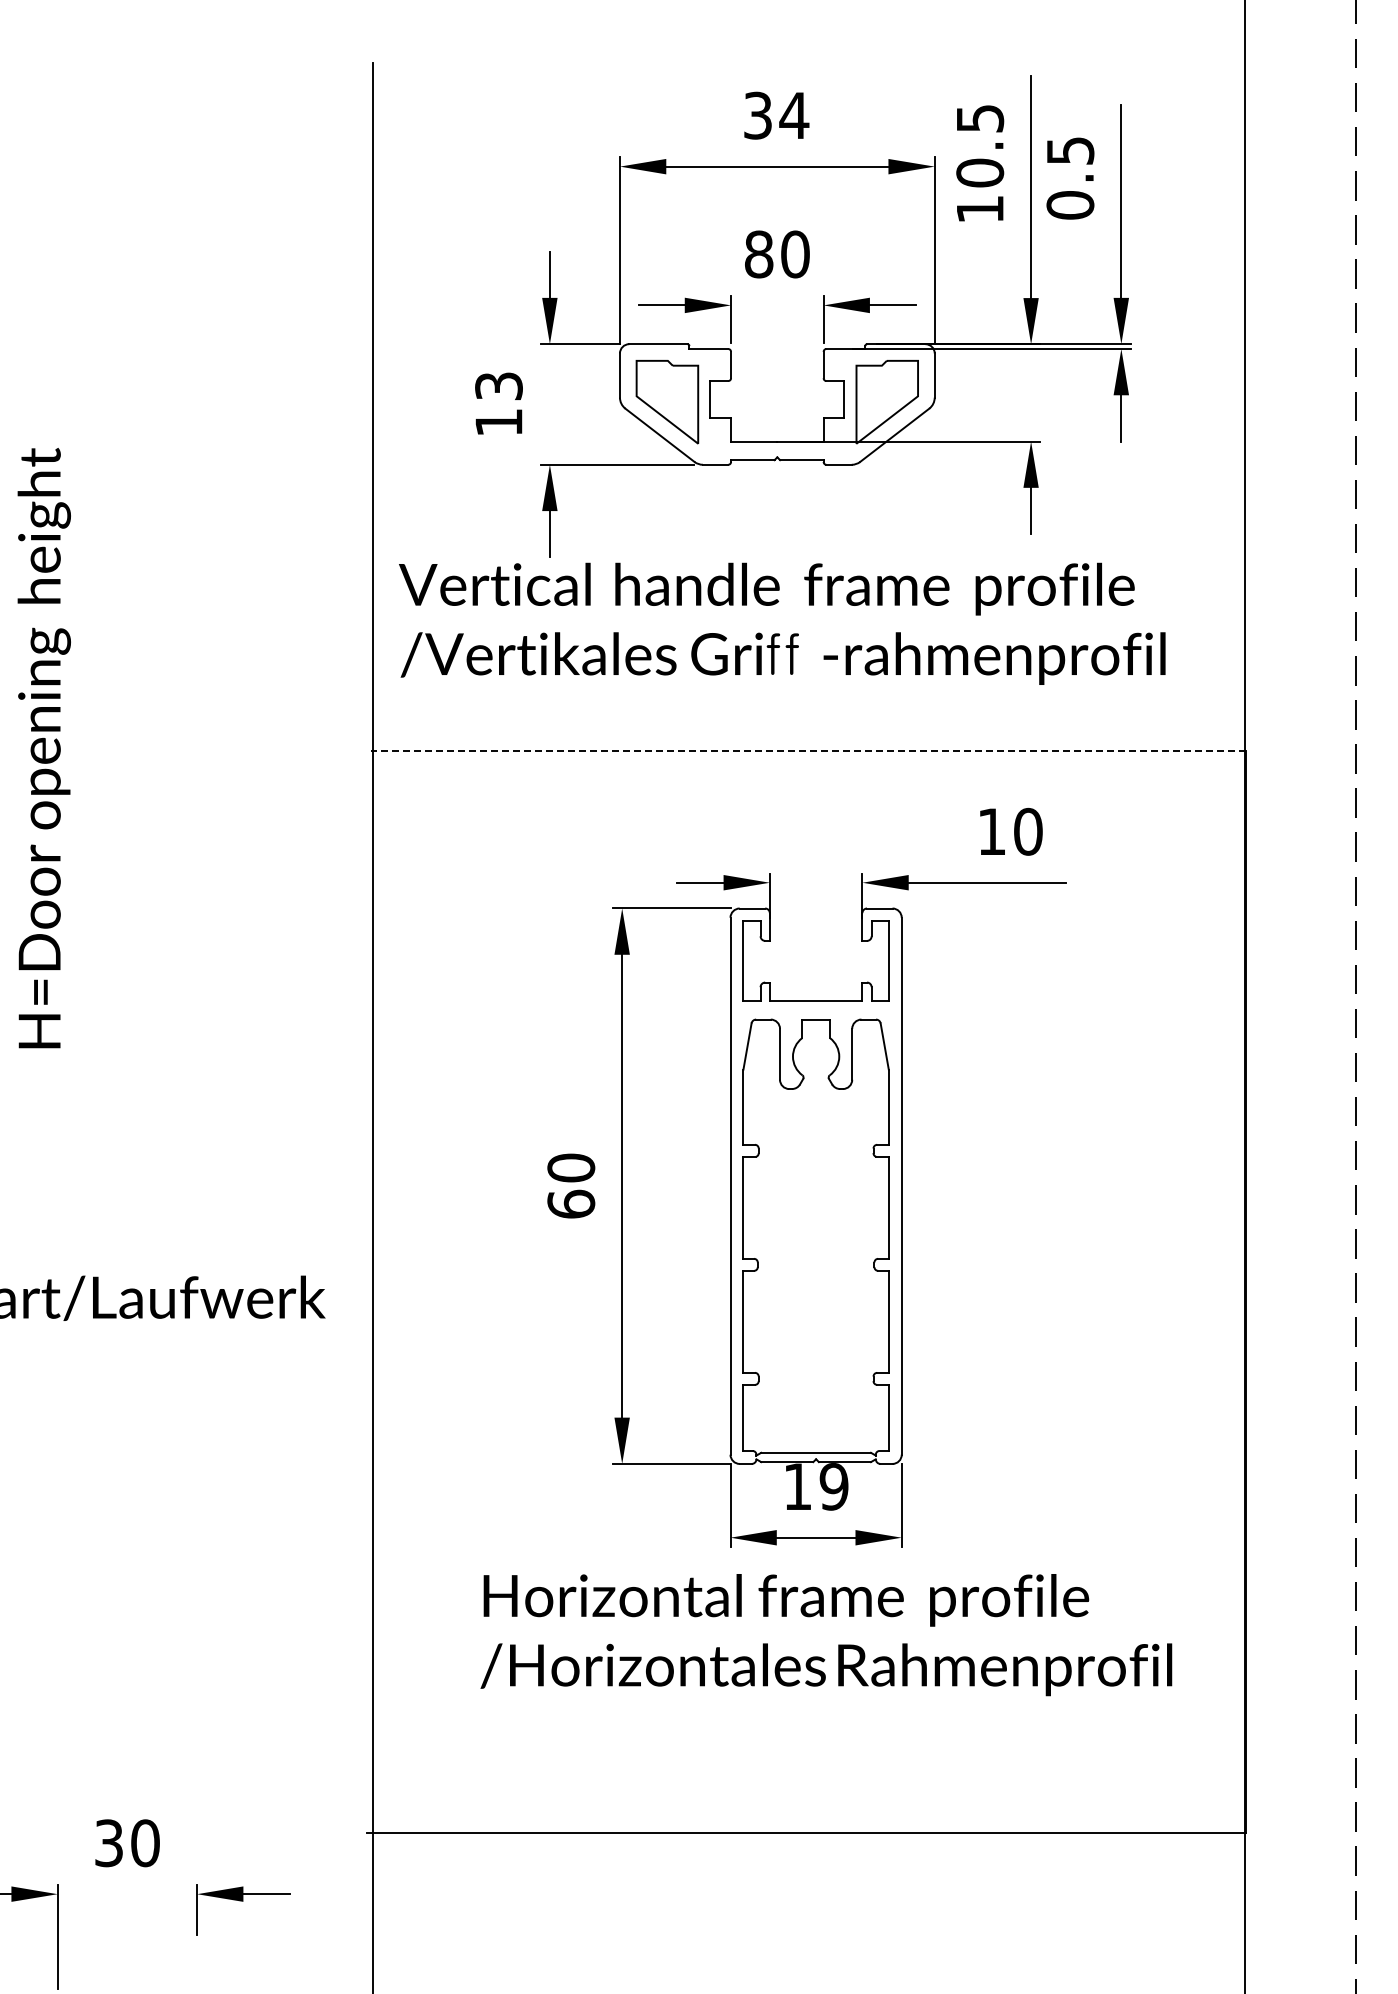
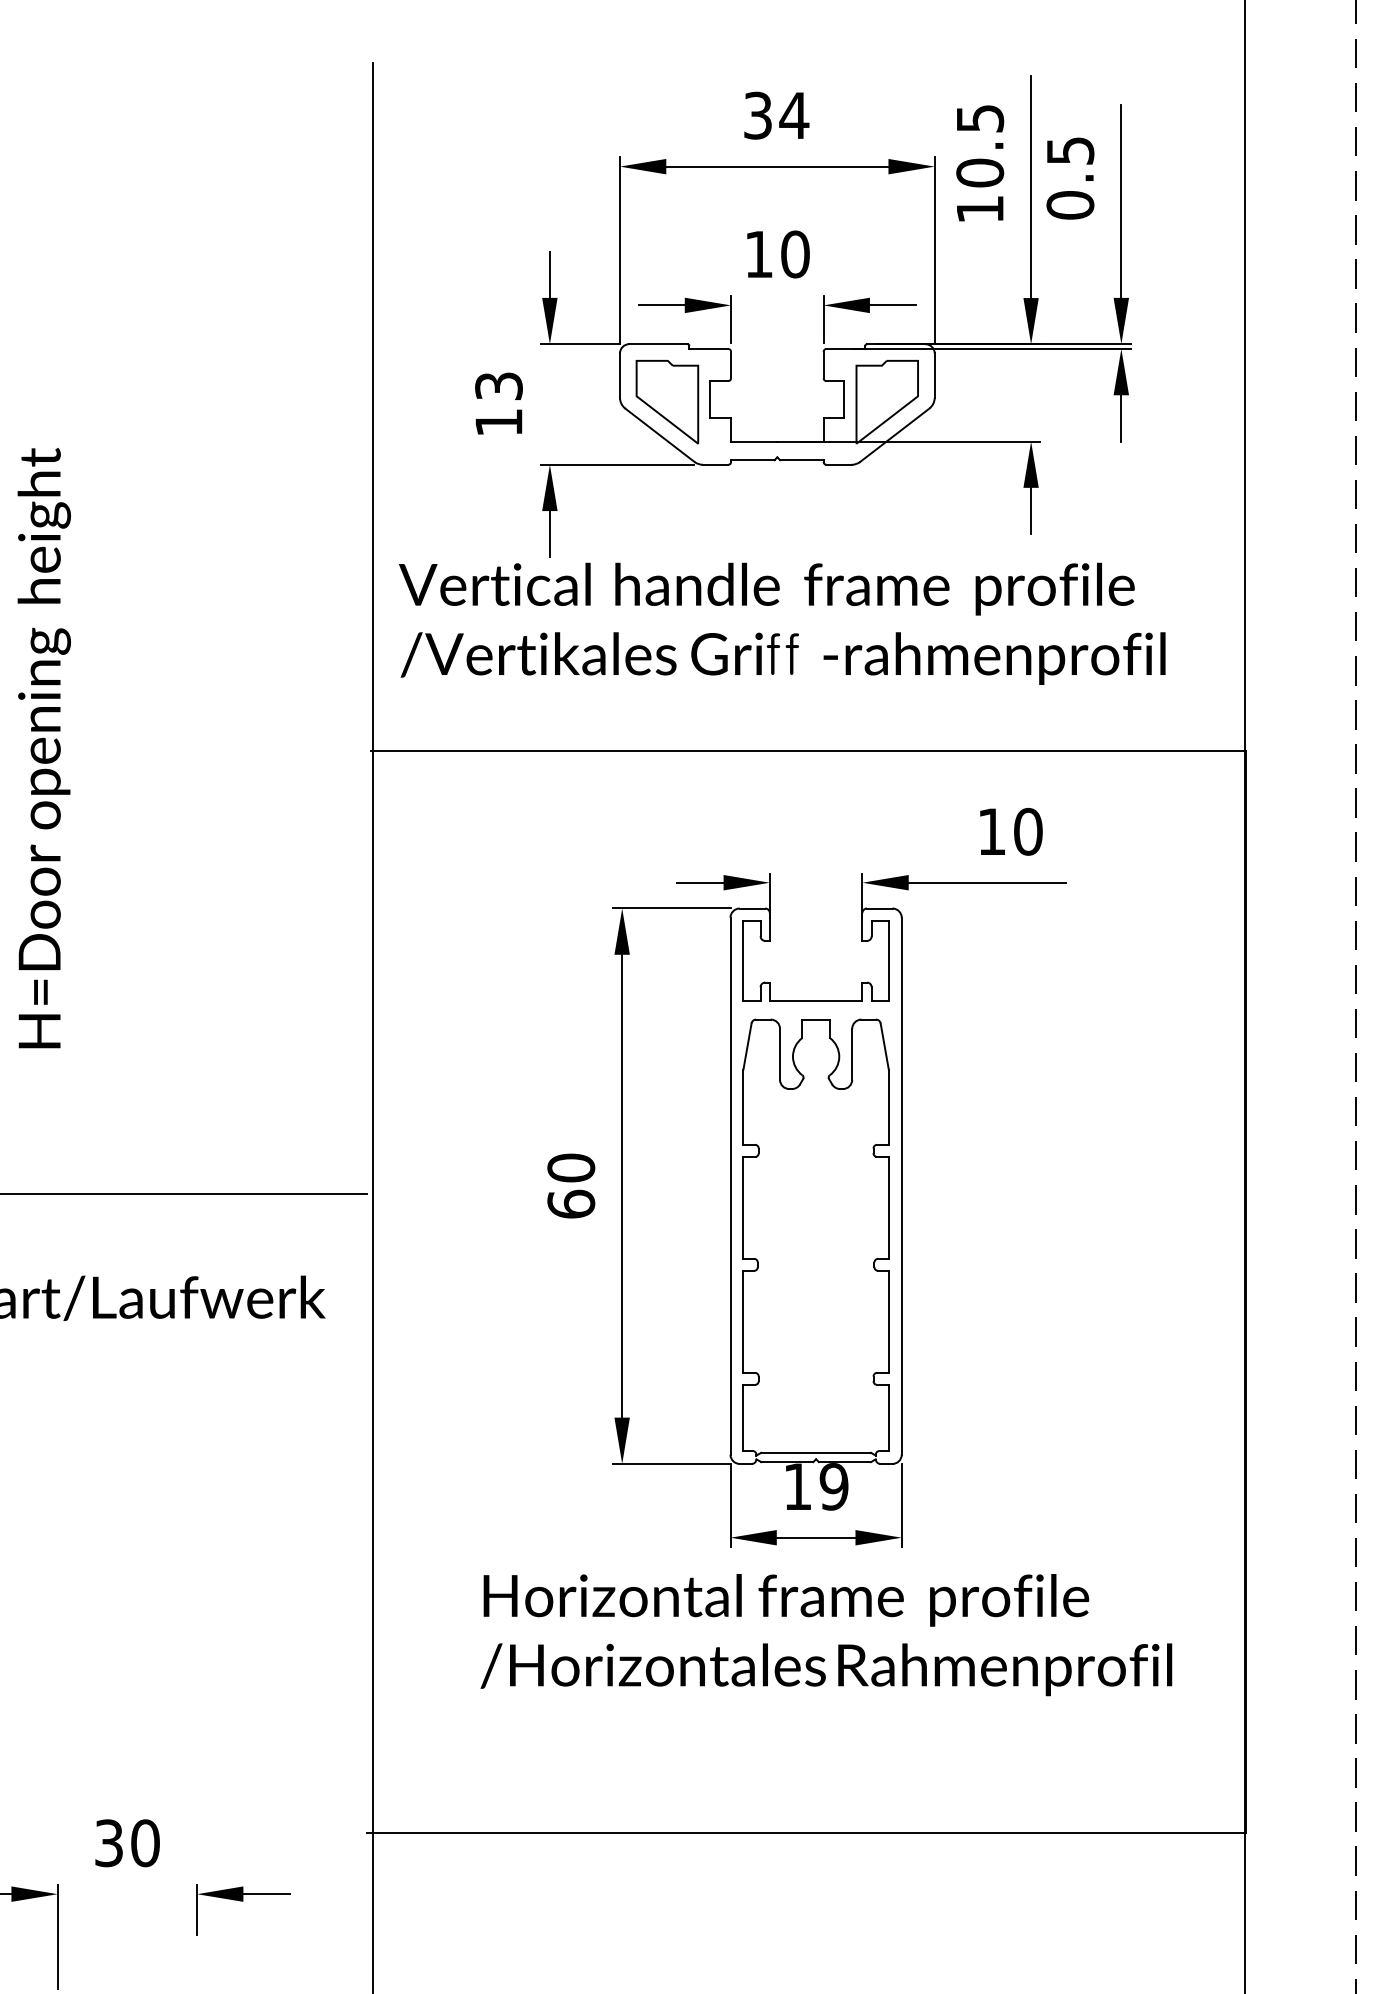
text at (759, 254): 80 -> 10
line at (808, 751): dashed -> solid
line at (184, 1193): none -> present
